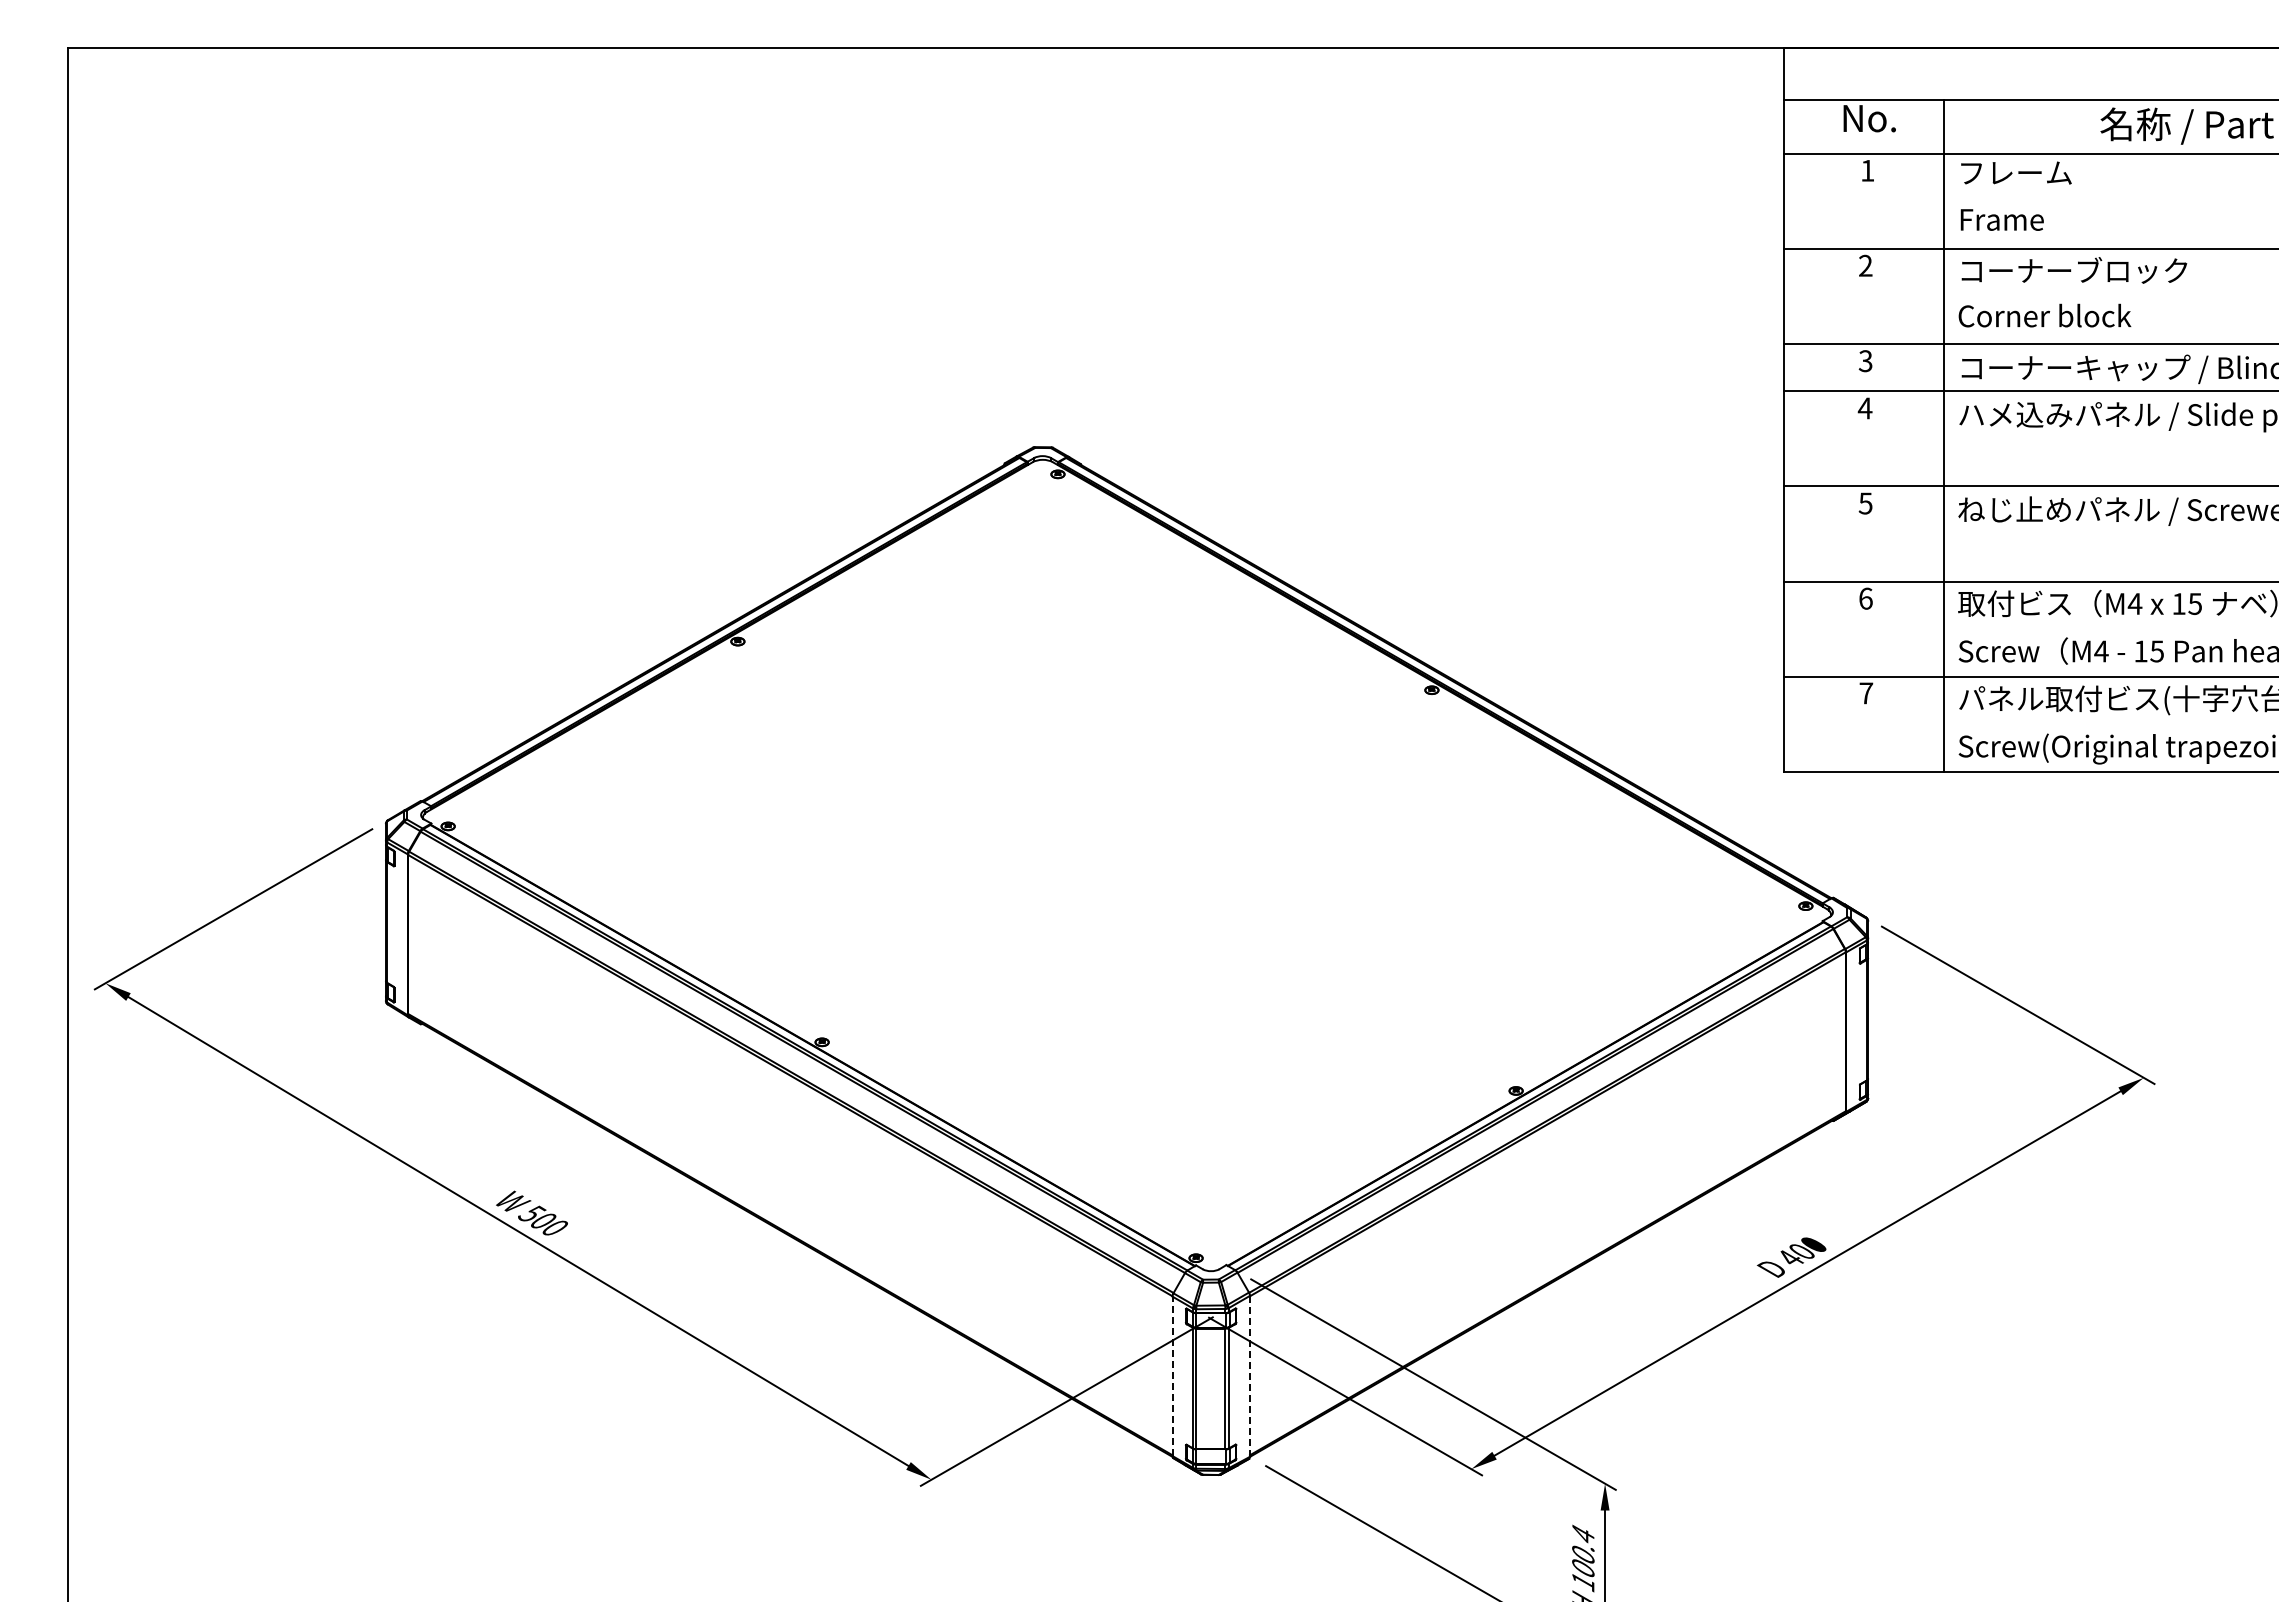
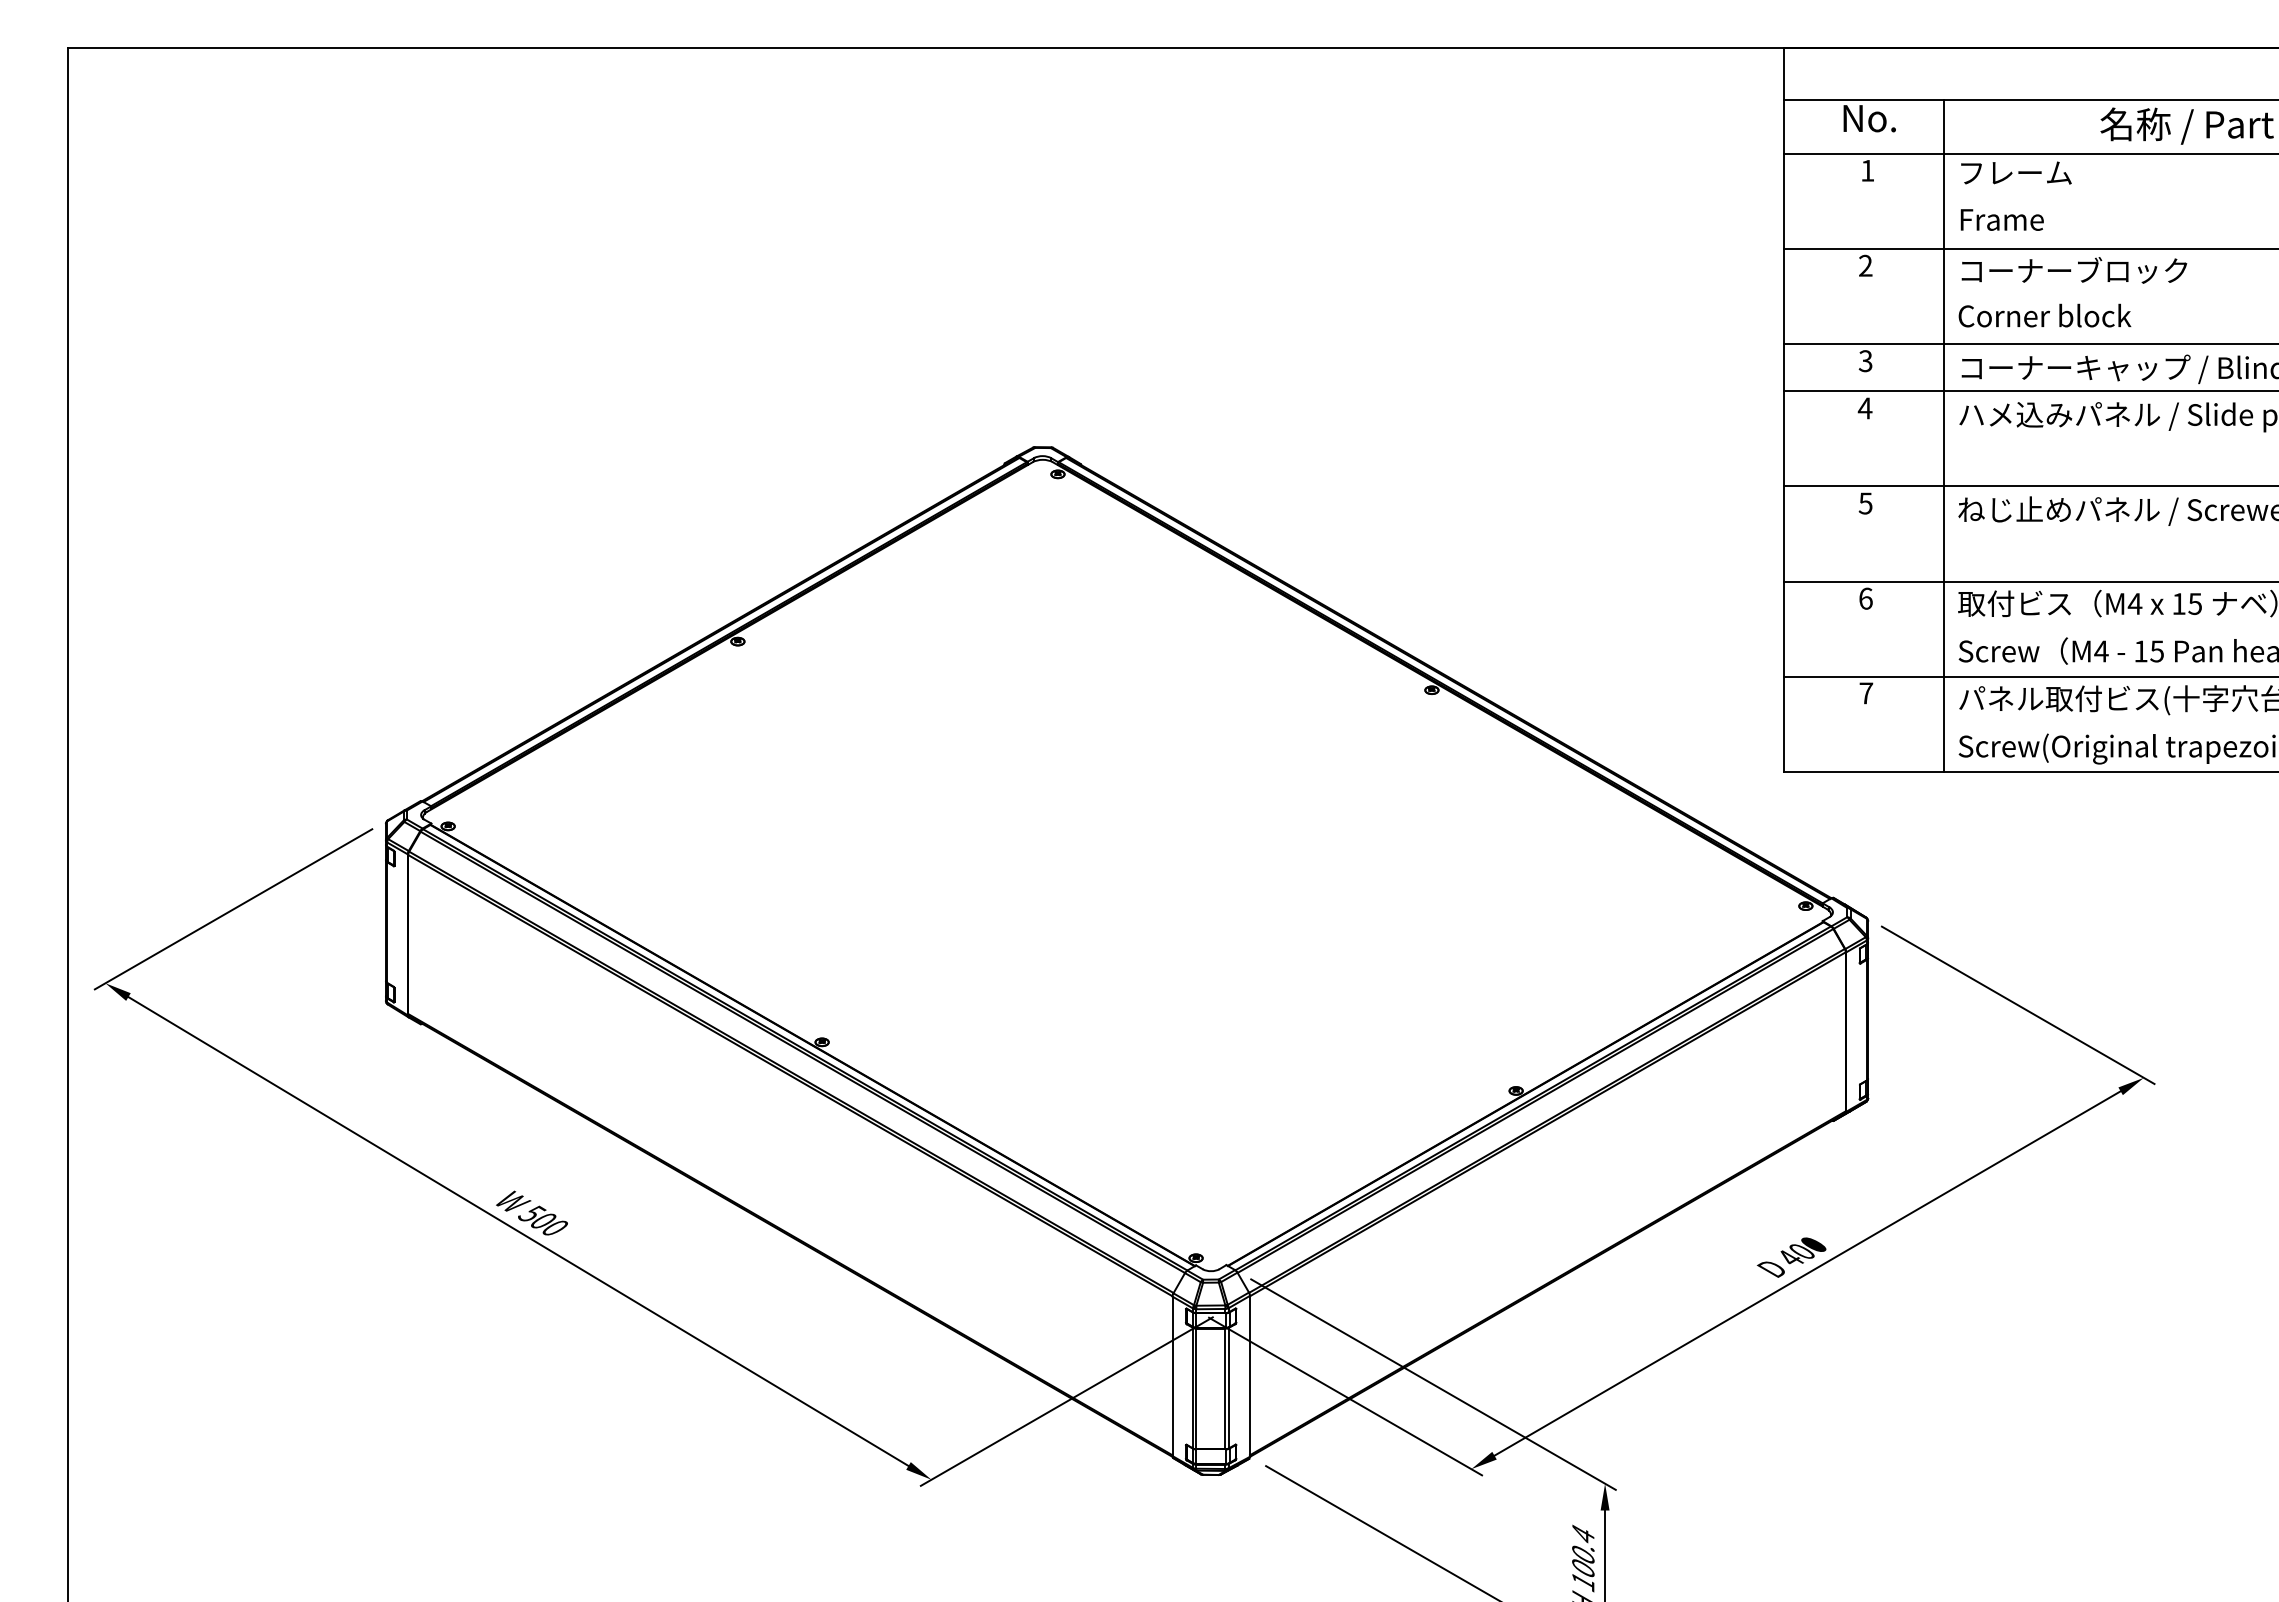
line at (1250, 1375): dashed -> solid
line at (1172, 1376): dashed -> solid
